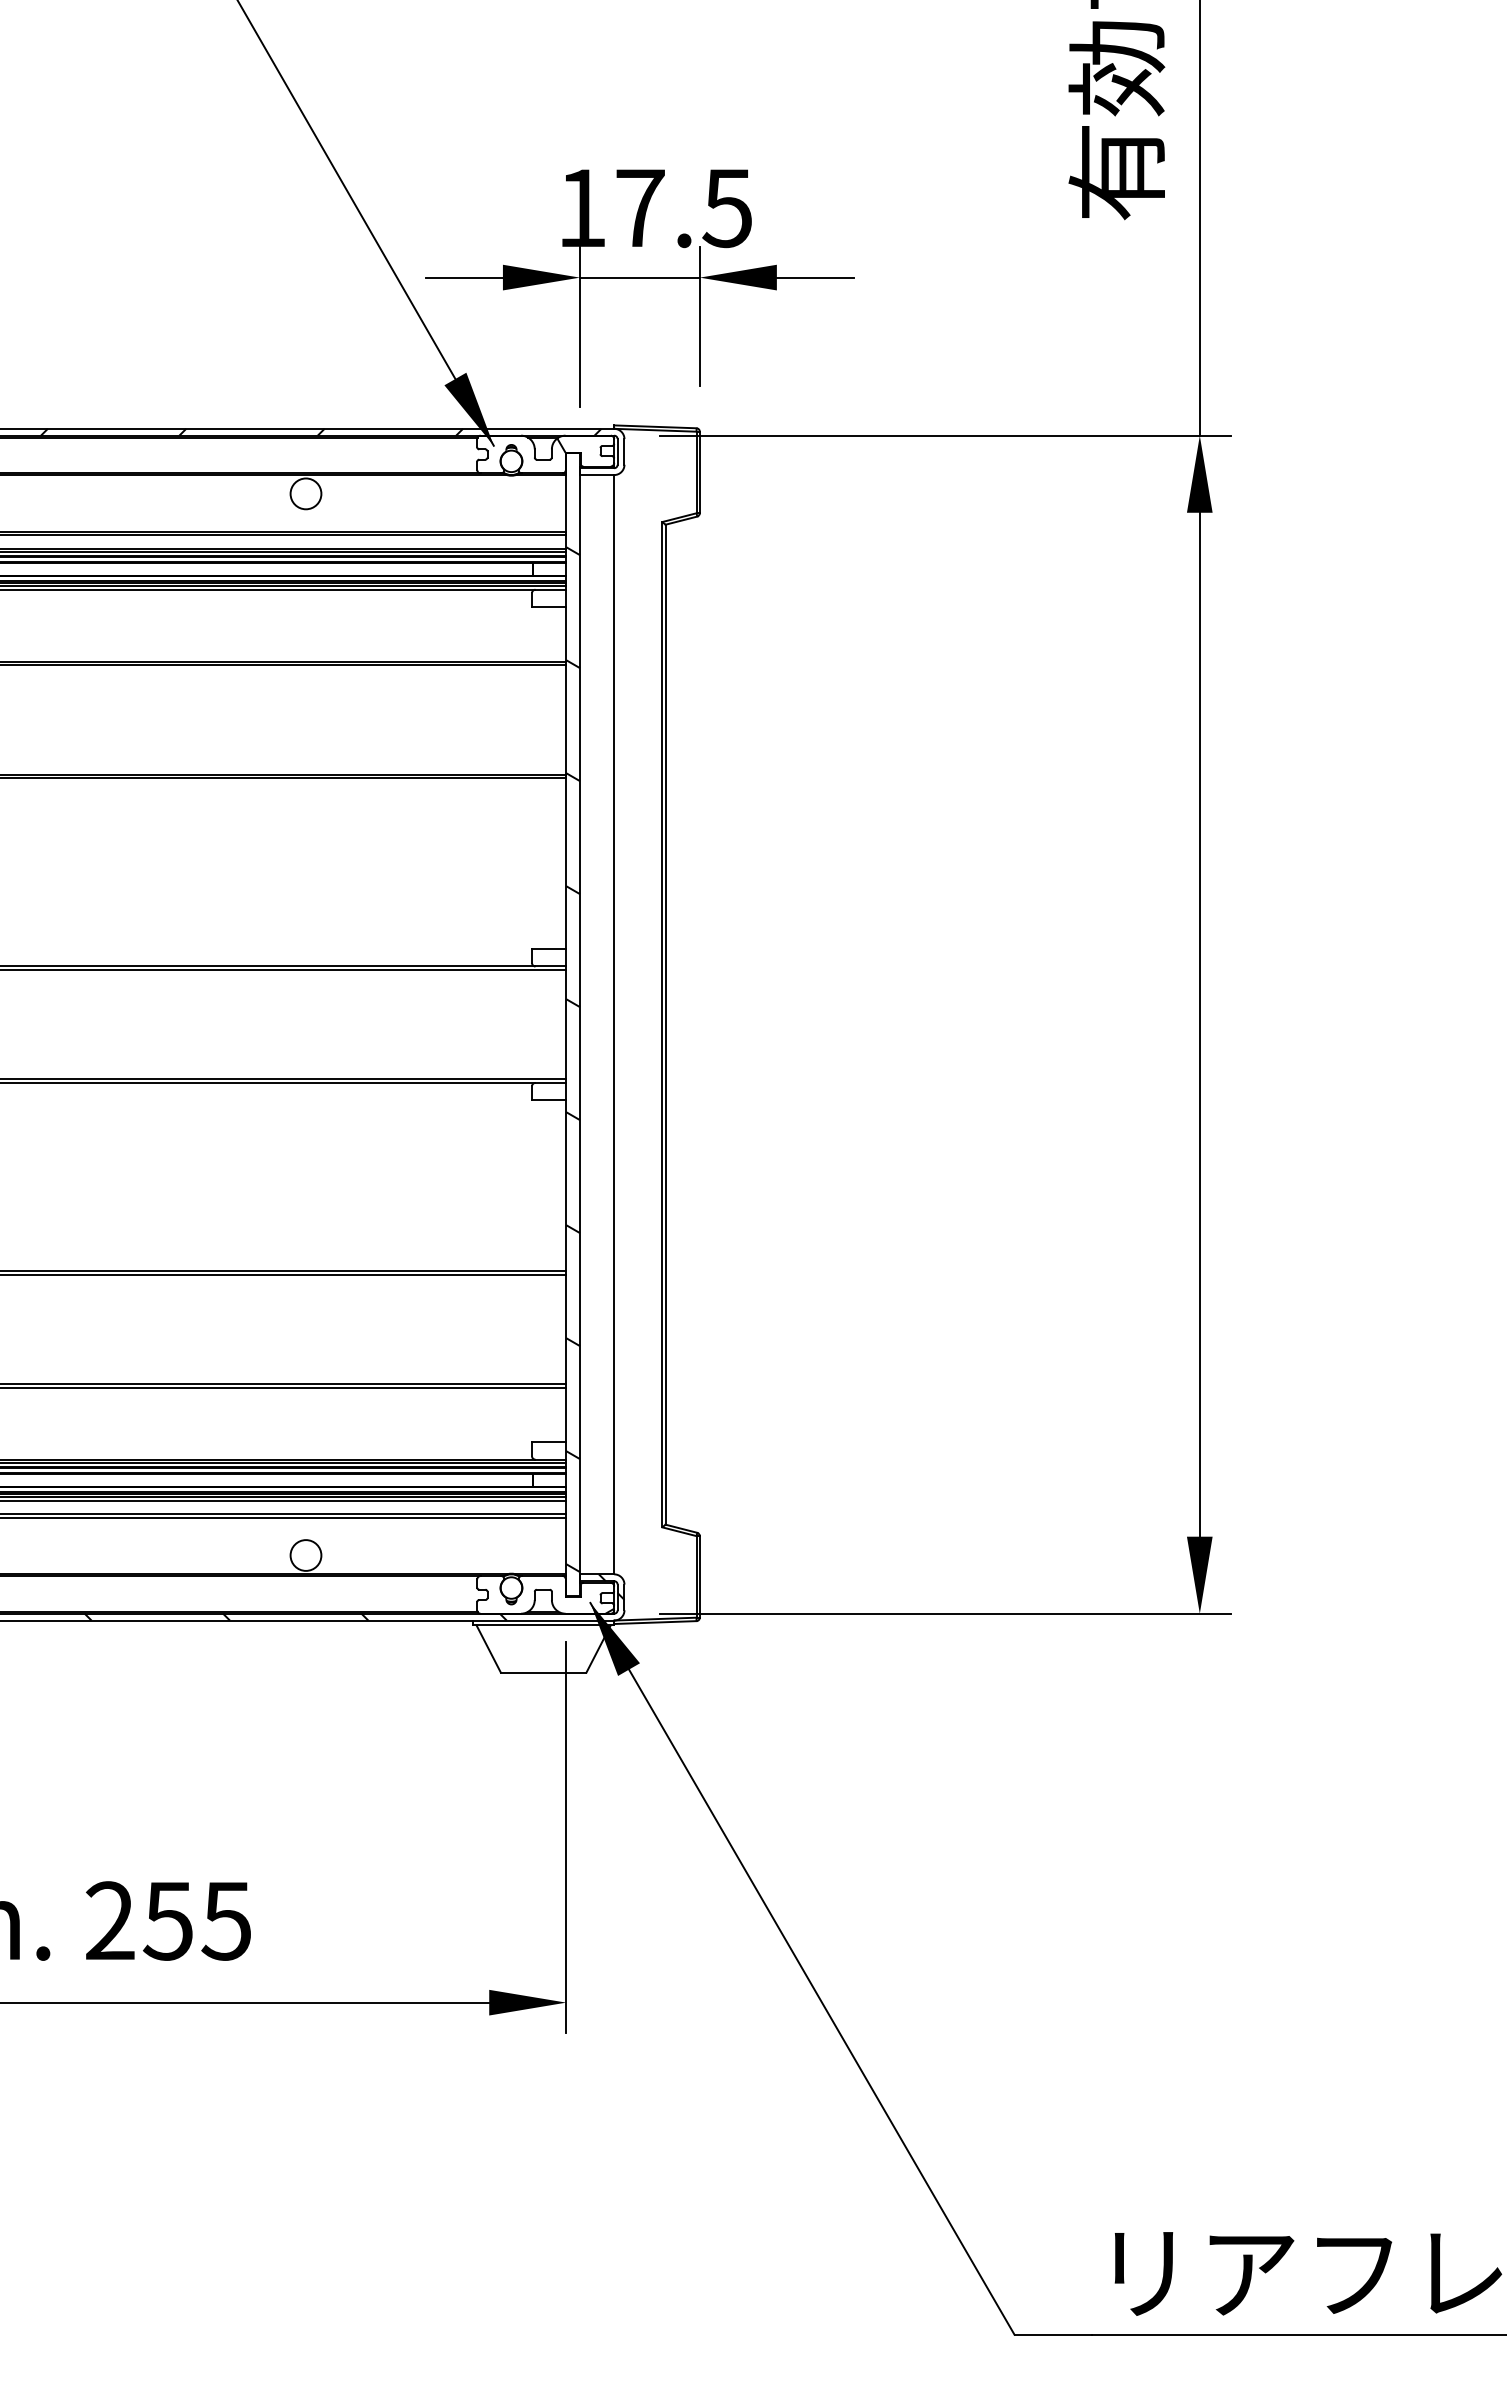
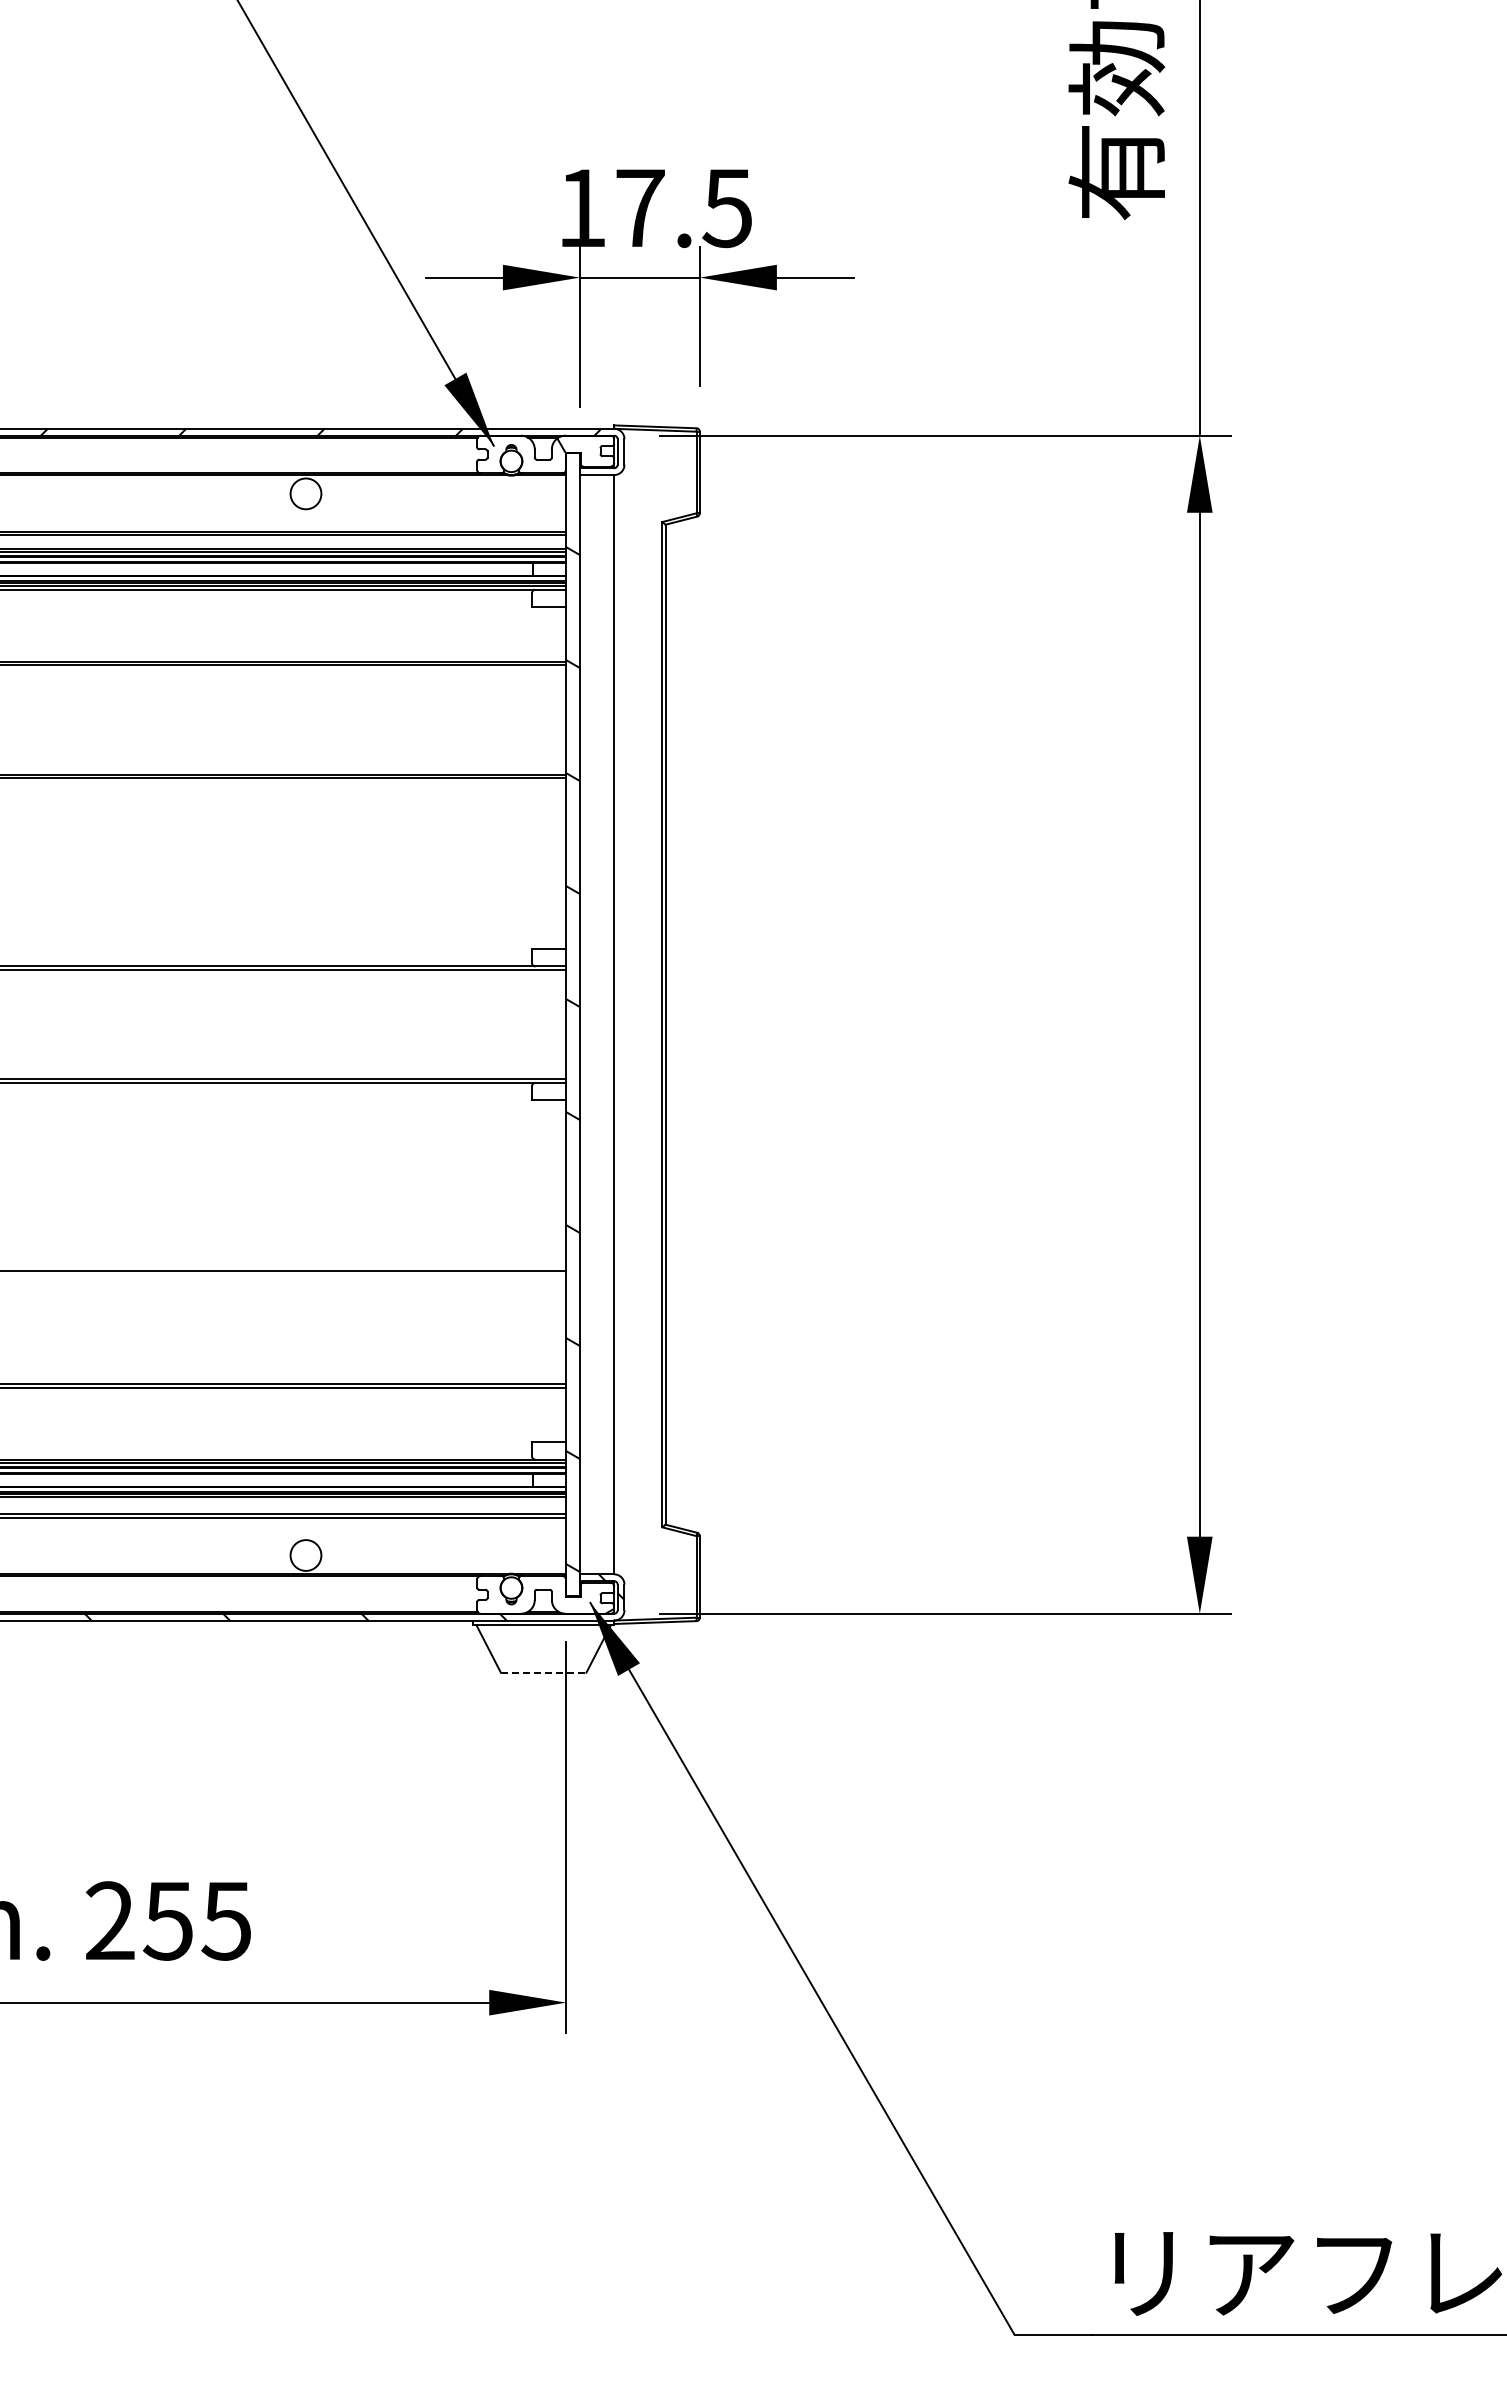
line at (284, 1274): present -> none
line at (284, 1500): present -> none
line at (543, 1672): solid -> dashed
